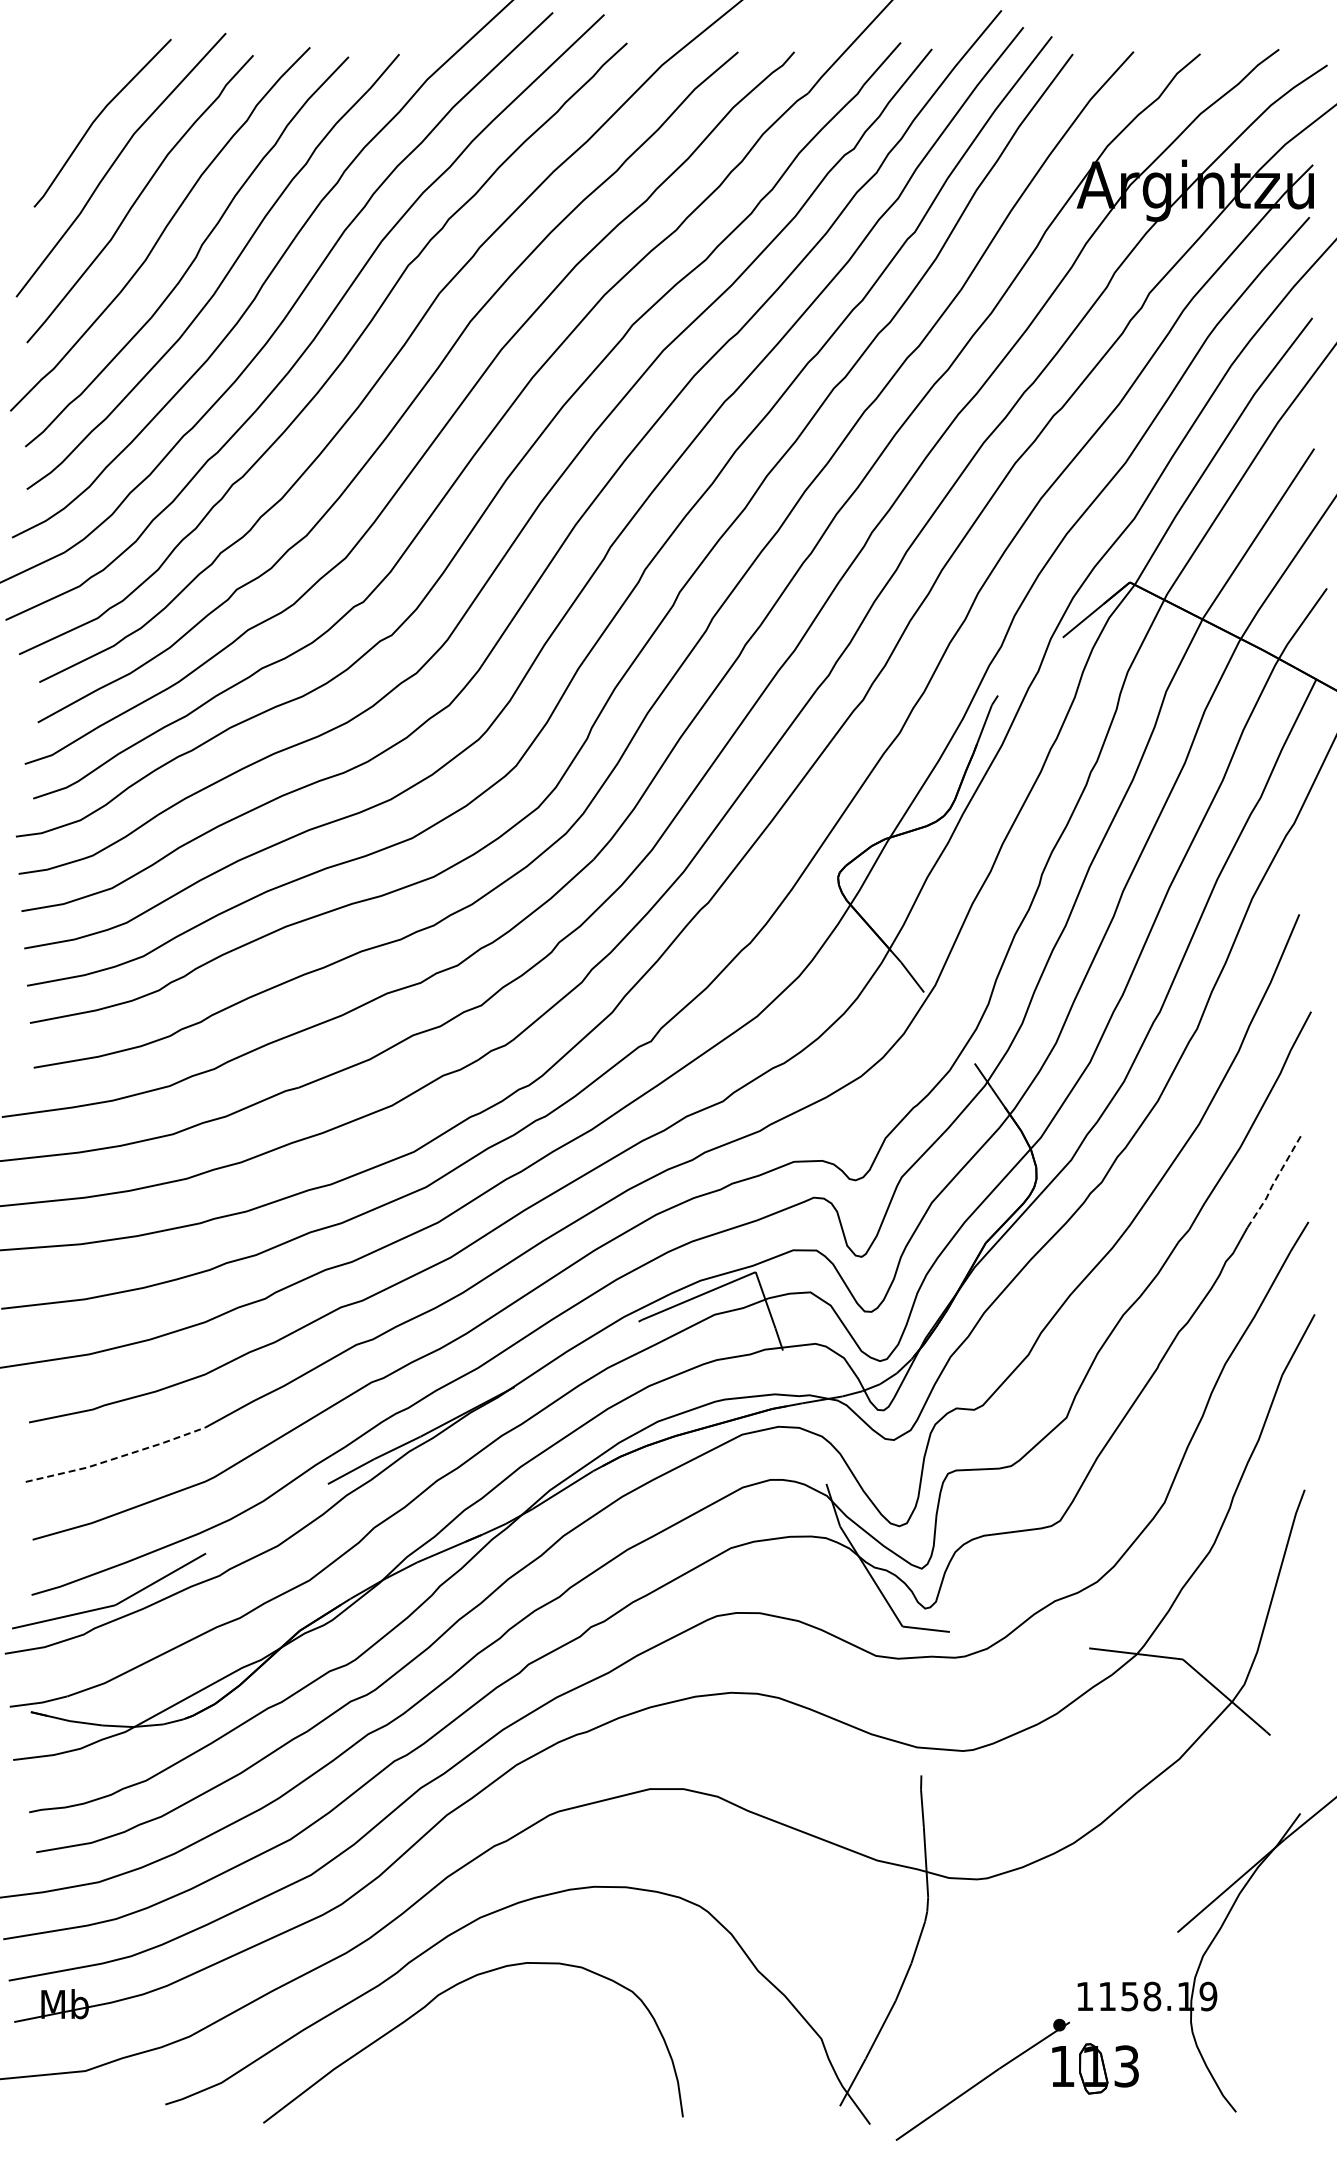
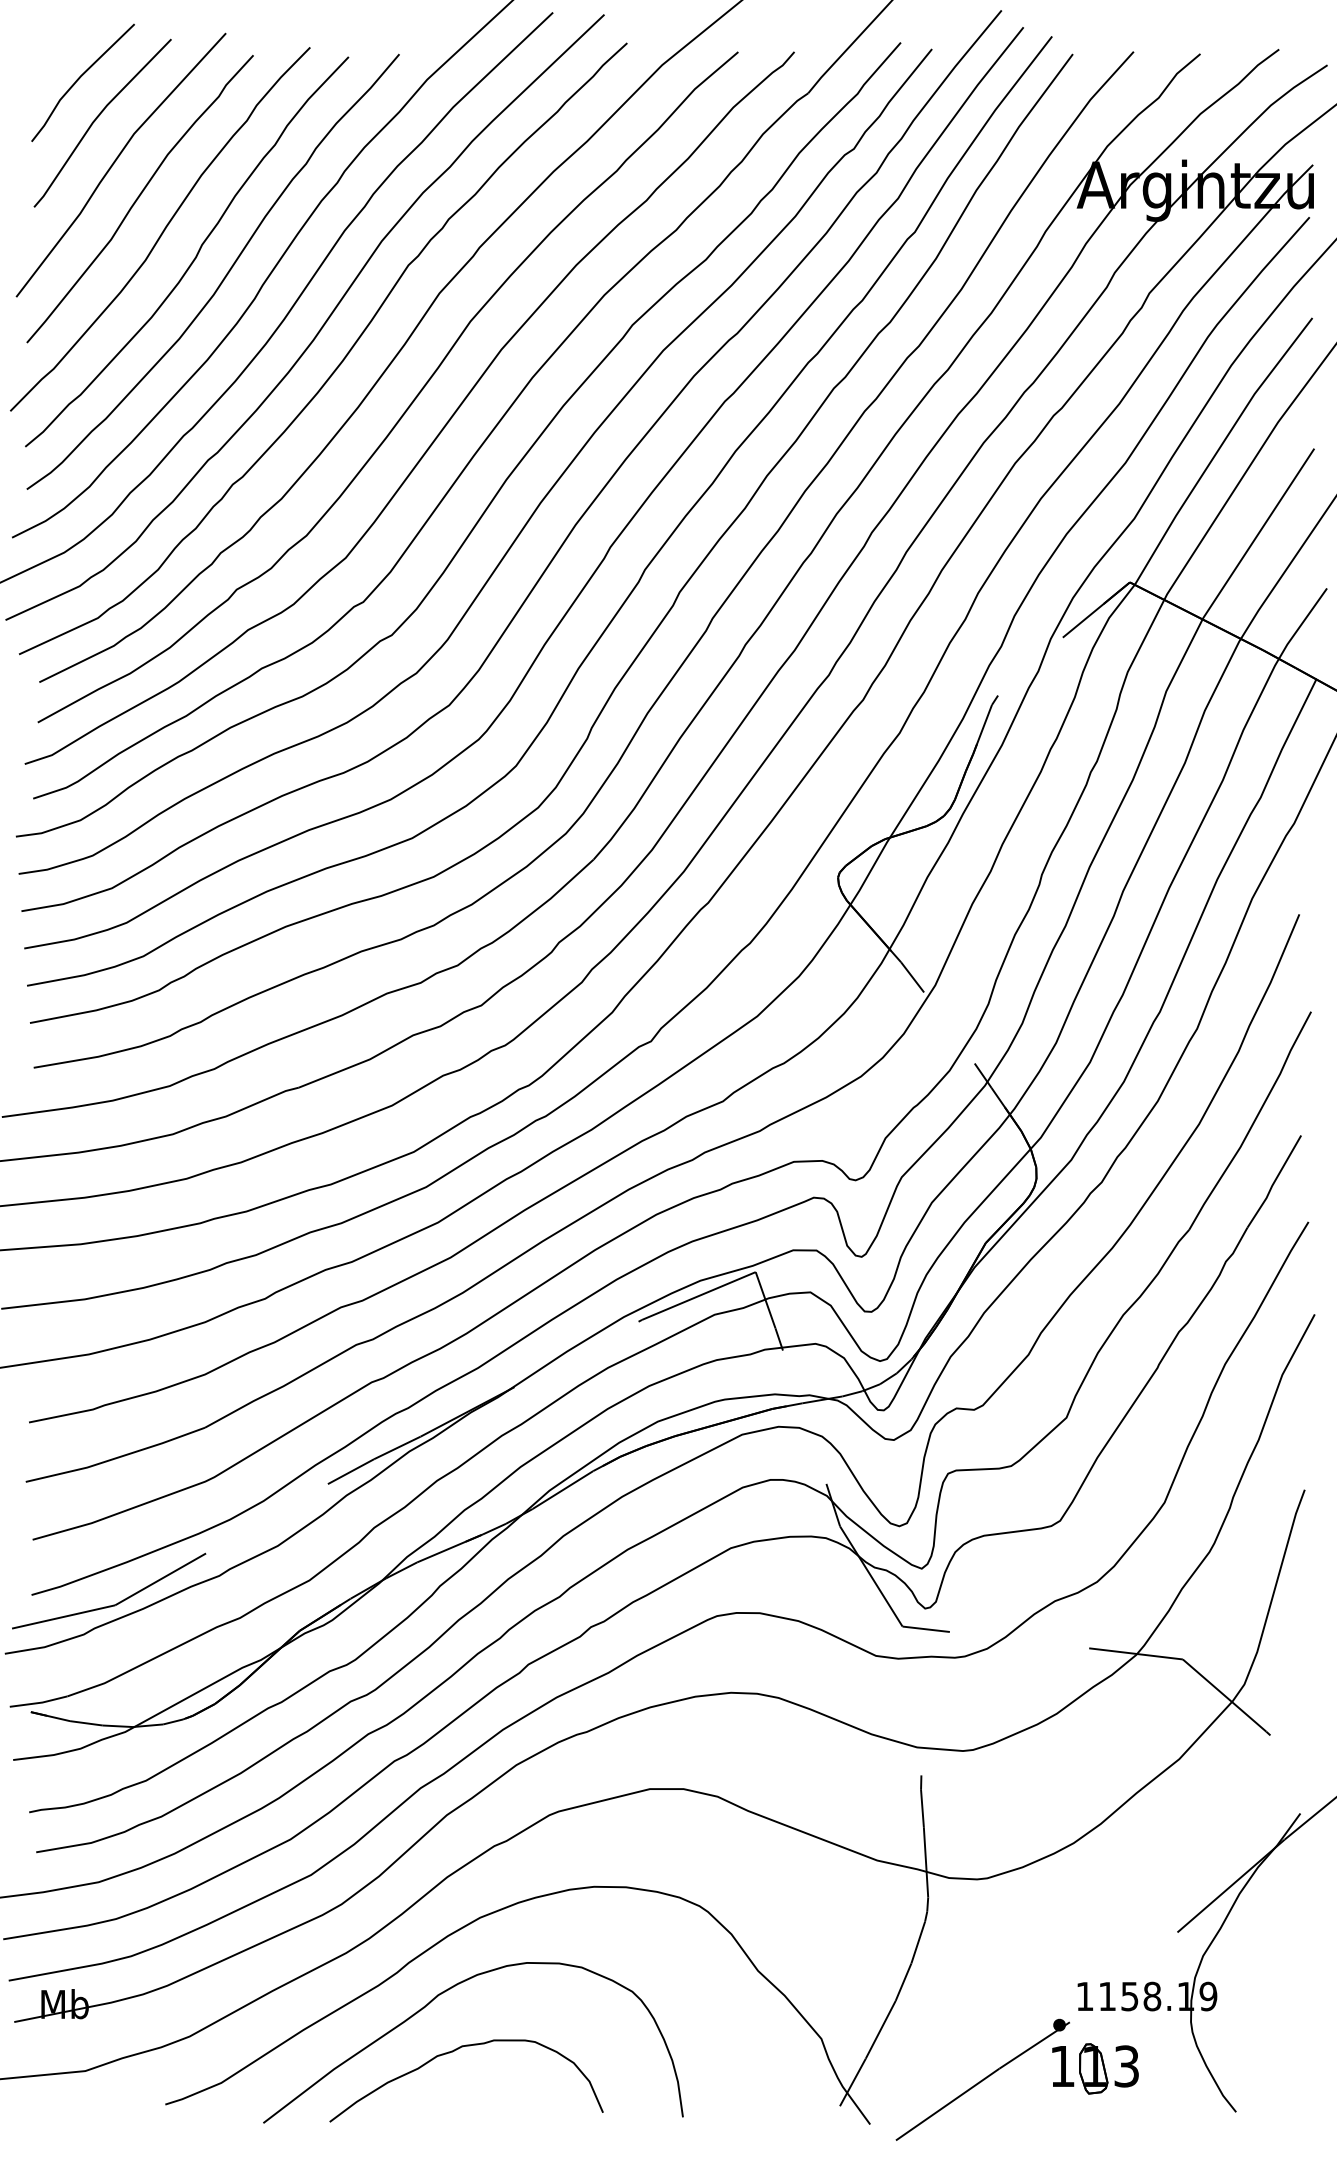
line at (79, 79): none -> present
line at (1274, 1182): dashed -> solid
line at (116, 1458): dashed -> solid
curve at (452, 2052): none -> present
